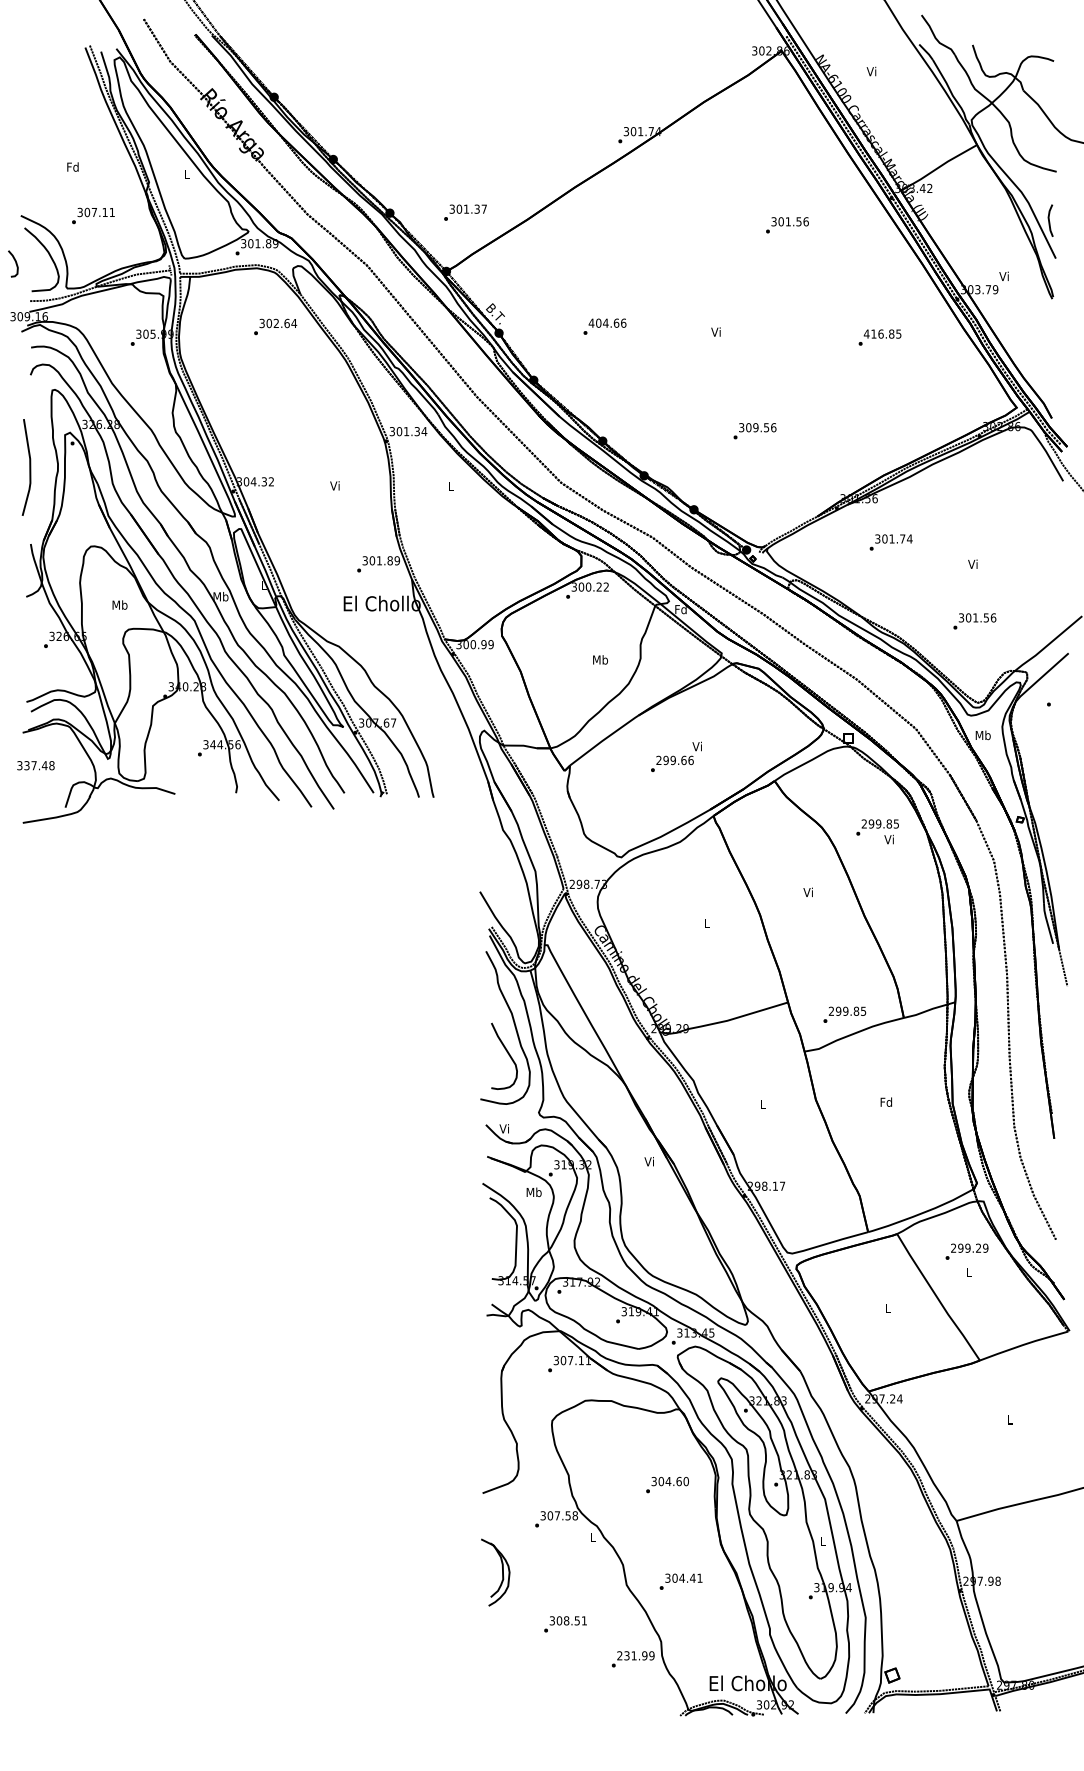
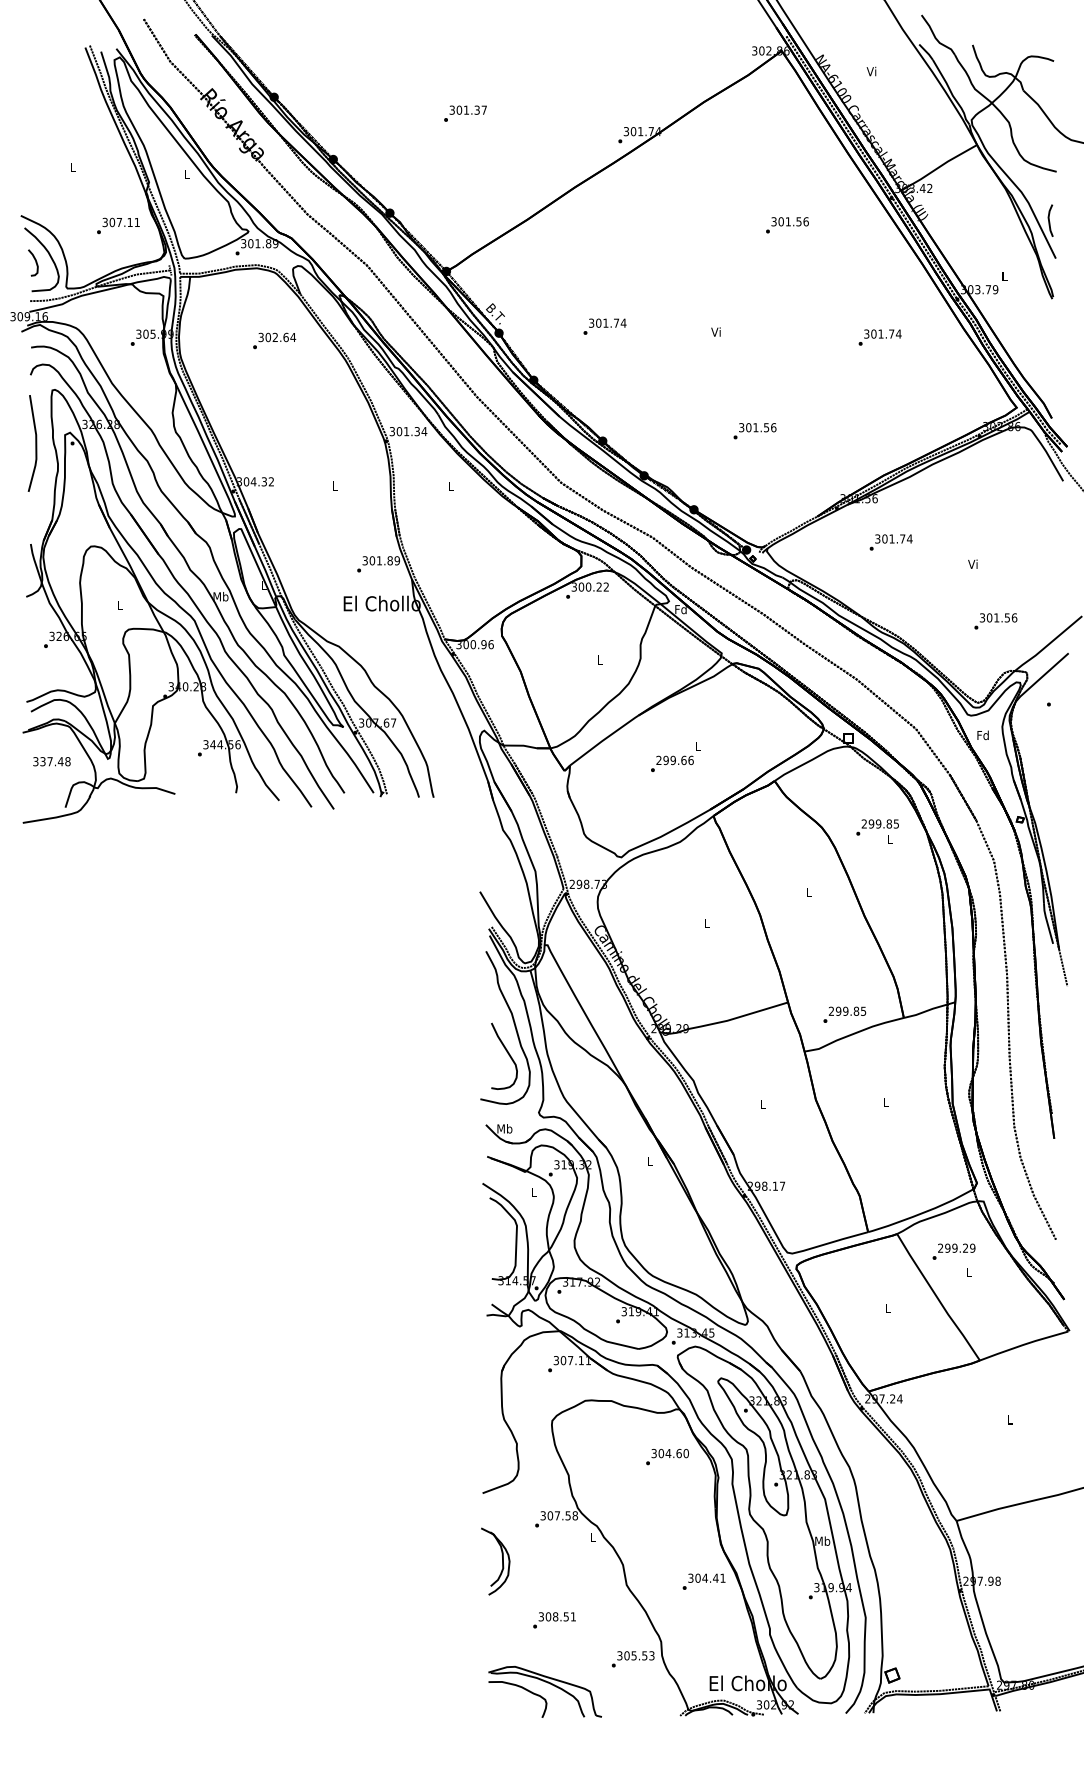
text at (72, 166): Fd -> L
text at (465, 212) position: (465, 212) -> (465, 113)
text at (93, 215) position: (93, 215) -> (118, 225)
curve at (15, 263) position: (15, 263) -> (35, 262)
text at (1003, 275): Vi -> L
text at (607, 322): 404.66 -> 301.74
text at (275, 326) position: (275, 326) -> (274, 340)
text at (882, 333): 416.85 -> 301.74
text at (755, 427): 309.56 -> 301.56
line at (29, 467) position: (29, 467) -> (35, 443)
text at (334, 485): Vi -> L
text at (119, 604): Mb -> L
text at (974, 621) position: (974, 621) -> (995, 621)
text at (490, 644): 300.99 -> 300.96
text at (600, 659): Mb -> L
text at (982, 735): Mb -> Fd
text at (696, 746): Vi -> L
text at (35, 765) position: (35, 765) -> (51, 761)
text at (888, 839): Vi -> L
text at (807, 892): Vi -> L
text at (886, 1101): Fd -> L
text at (504, 1128): Vi -> Mb
text at (648, 1161): Vi -> L
text at (533, 1192): Mb -> L
text at (966, 1251) position: (966, 1251) -> (953, 1251)
text at (667, 1485) position: (667, 1485) -> (667, 1457)
text at (822, 1540): L -> Mb
part at (502, 1572) position: (502, 1572) -> (502, 1561)
text at (680, 1581) position: (680, 1581) -> (703, 1581)
text at (565, 1624) position: (565, 1624) -> (554, 1620)
text at (635, 1655): 231.99 -> 305.53
part at (544, 1691): none -> present
